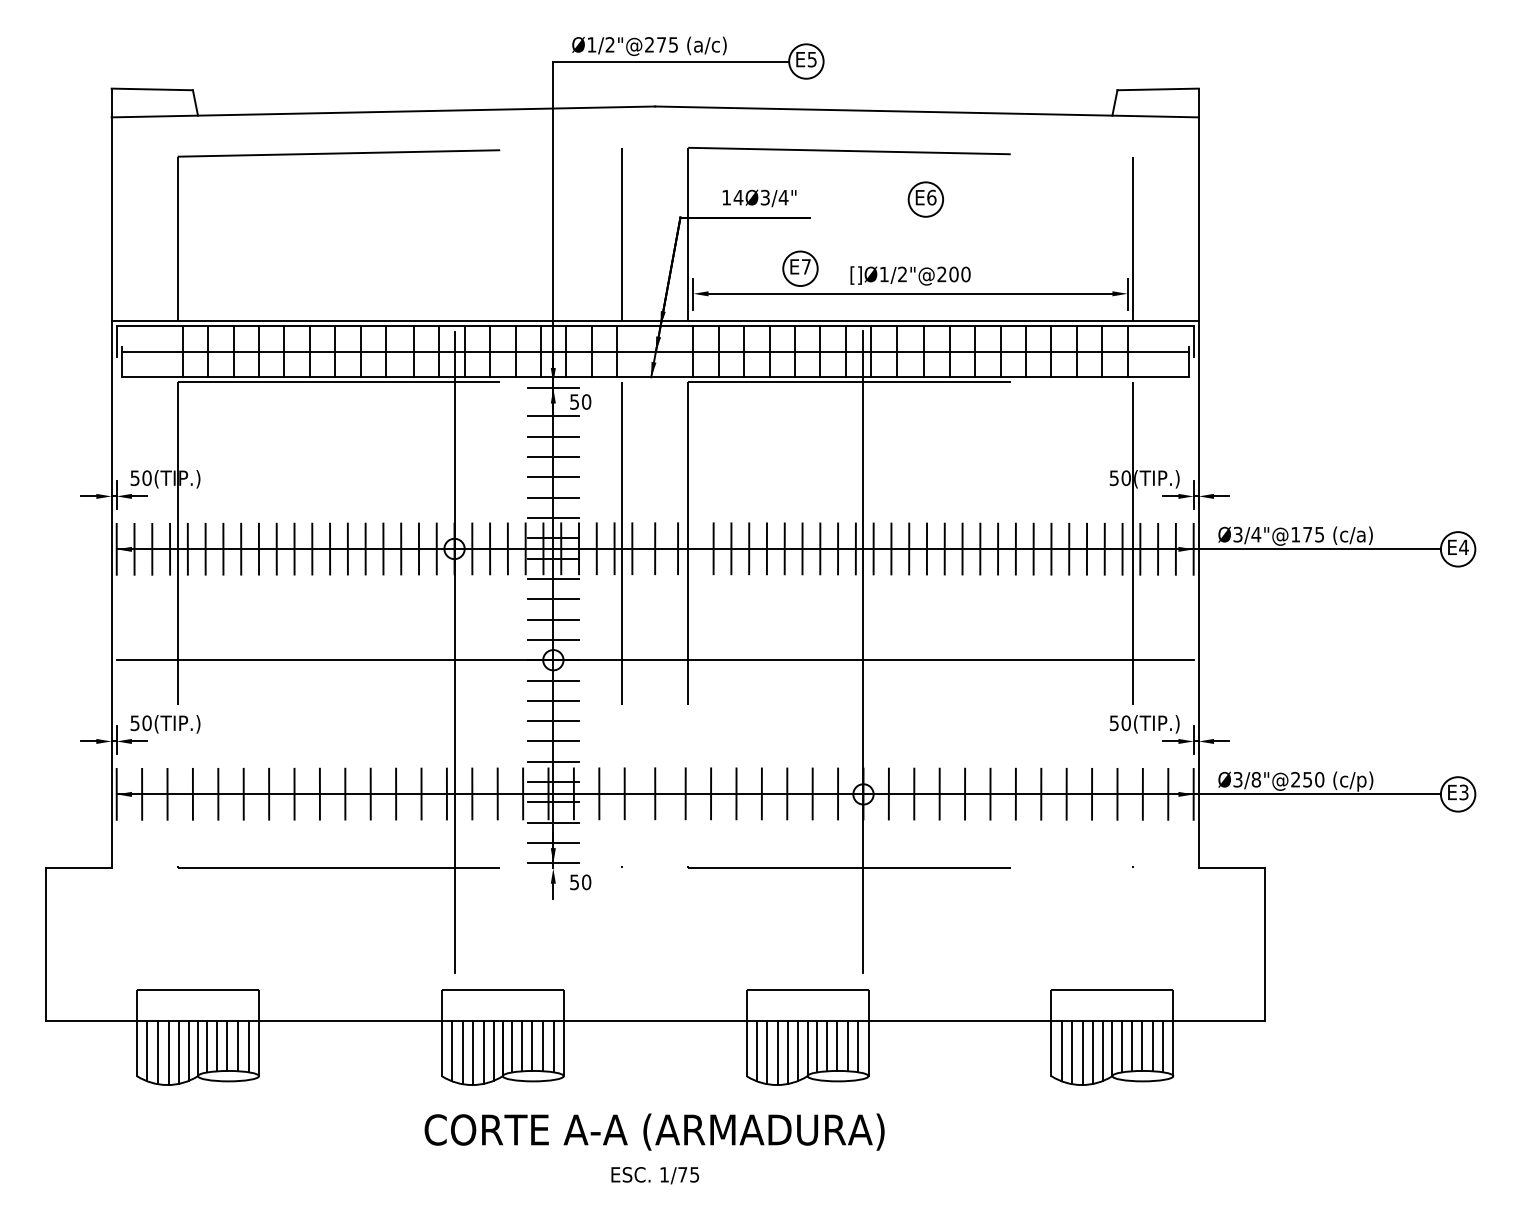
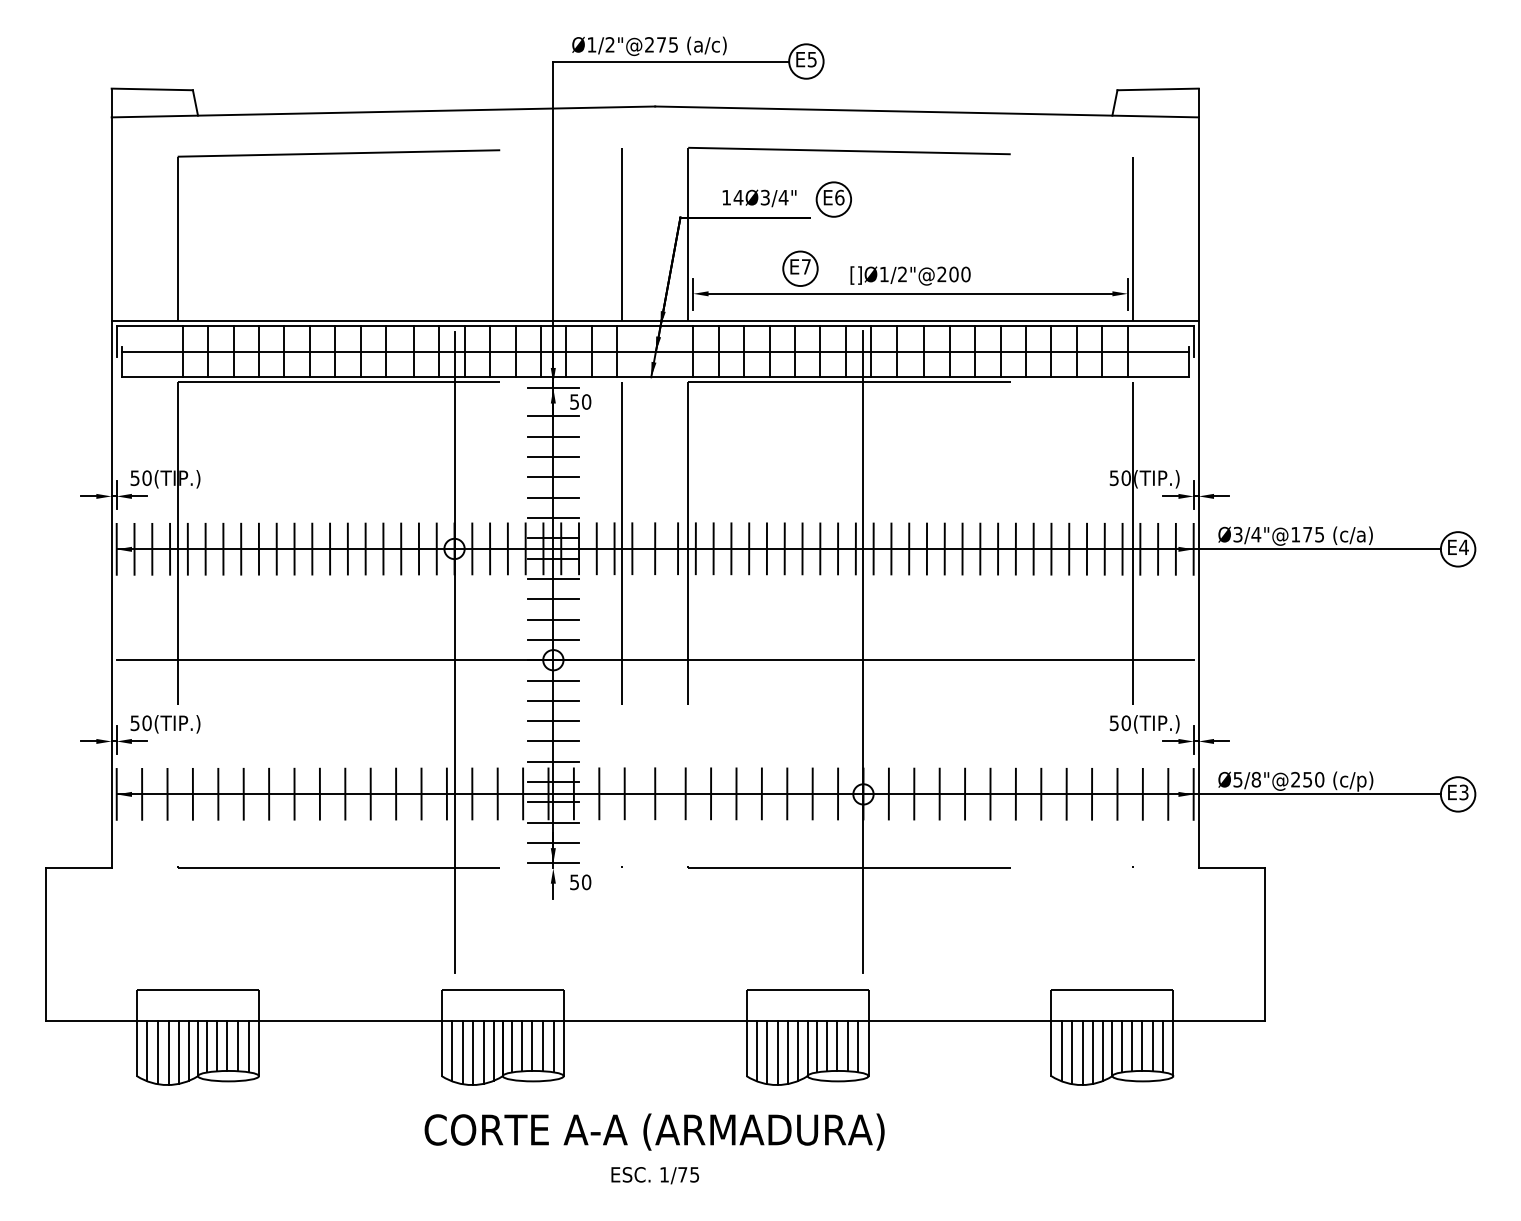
part at (925, 199) position: (925, 199) -> (833, 199)
line at (695, 548): none -> present
text at (1238, 778): Ø3/8"@250 -> Ø5/8"@250
